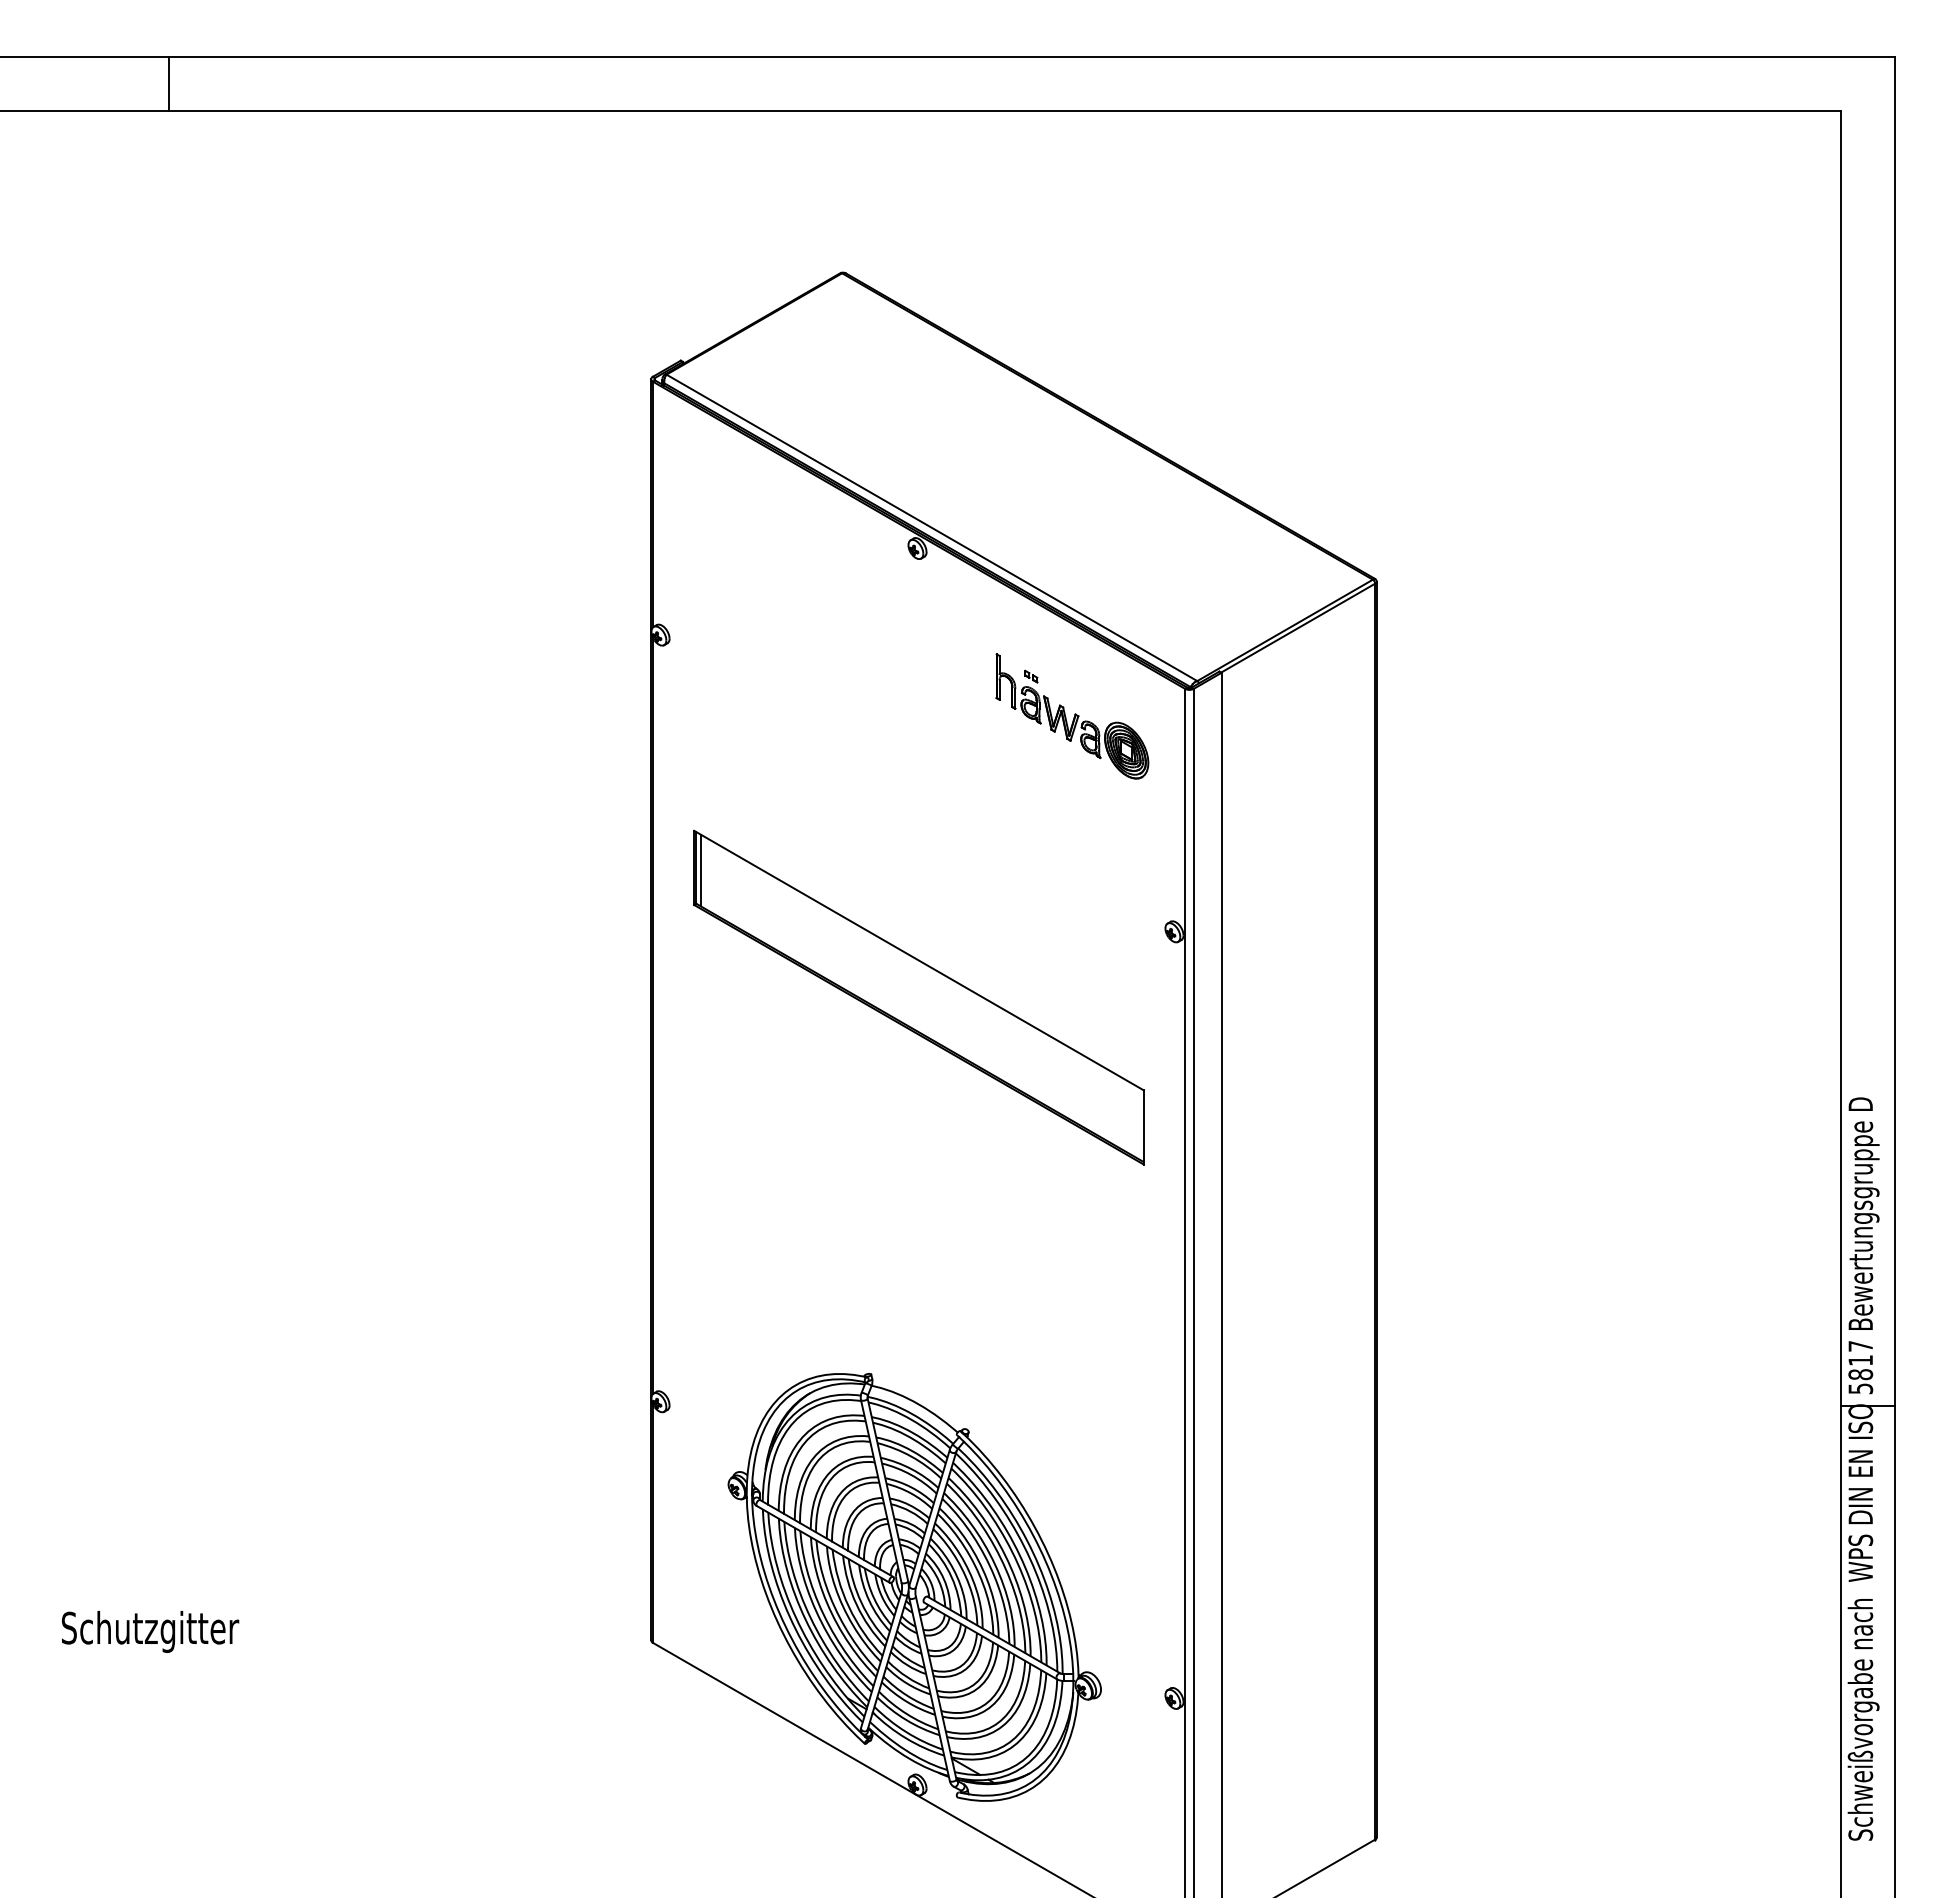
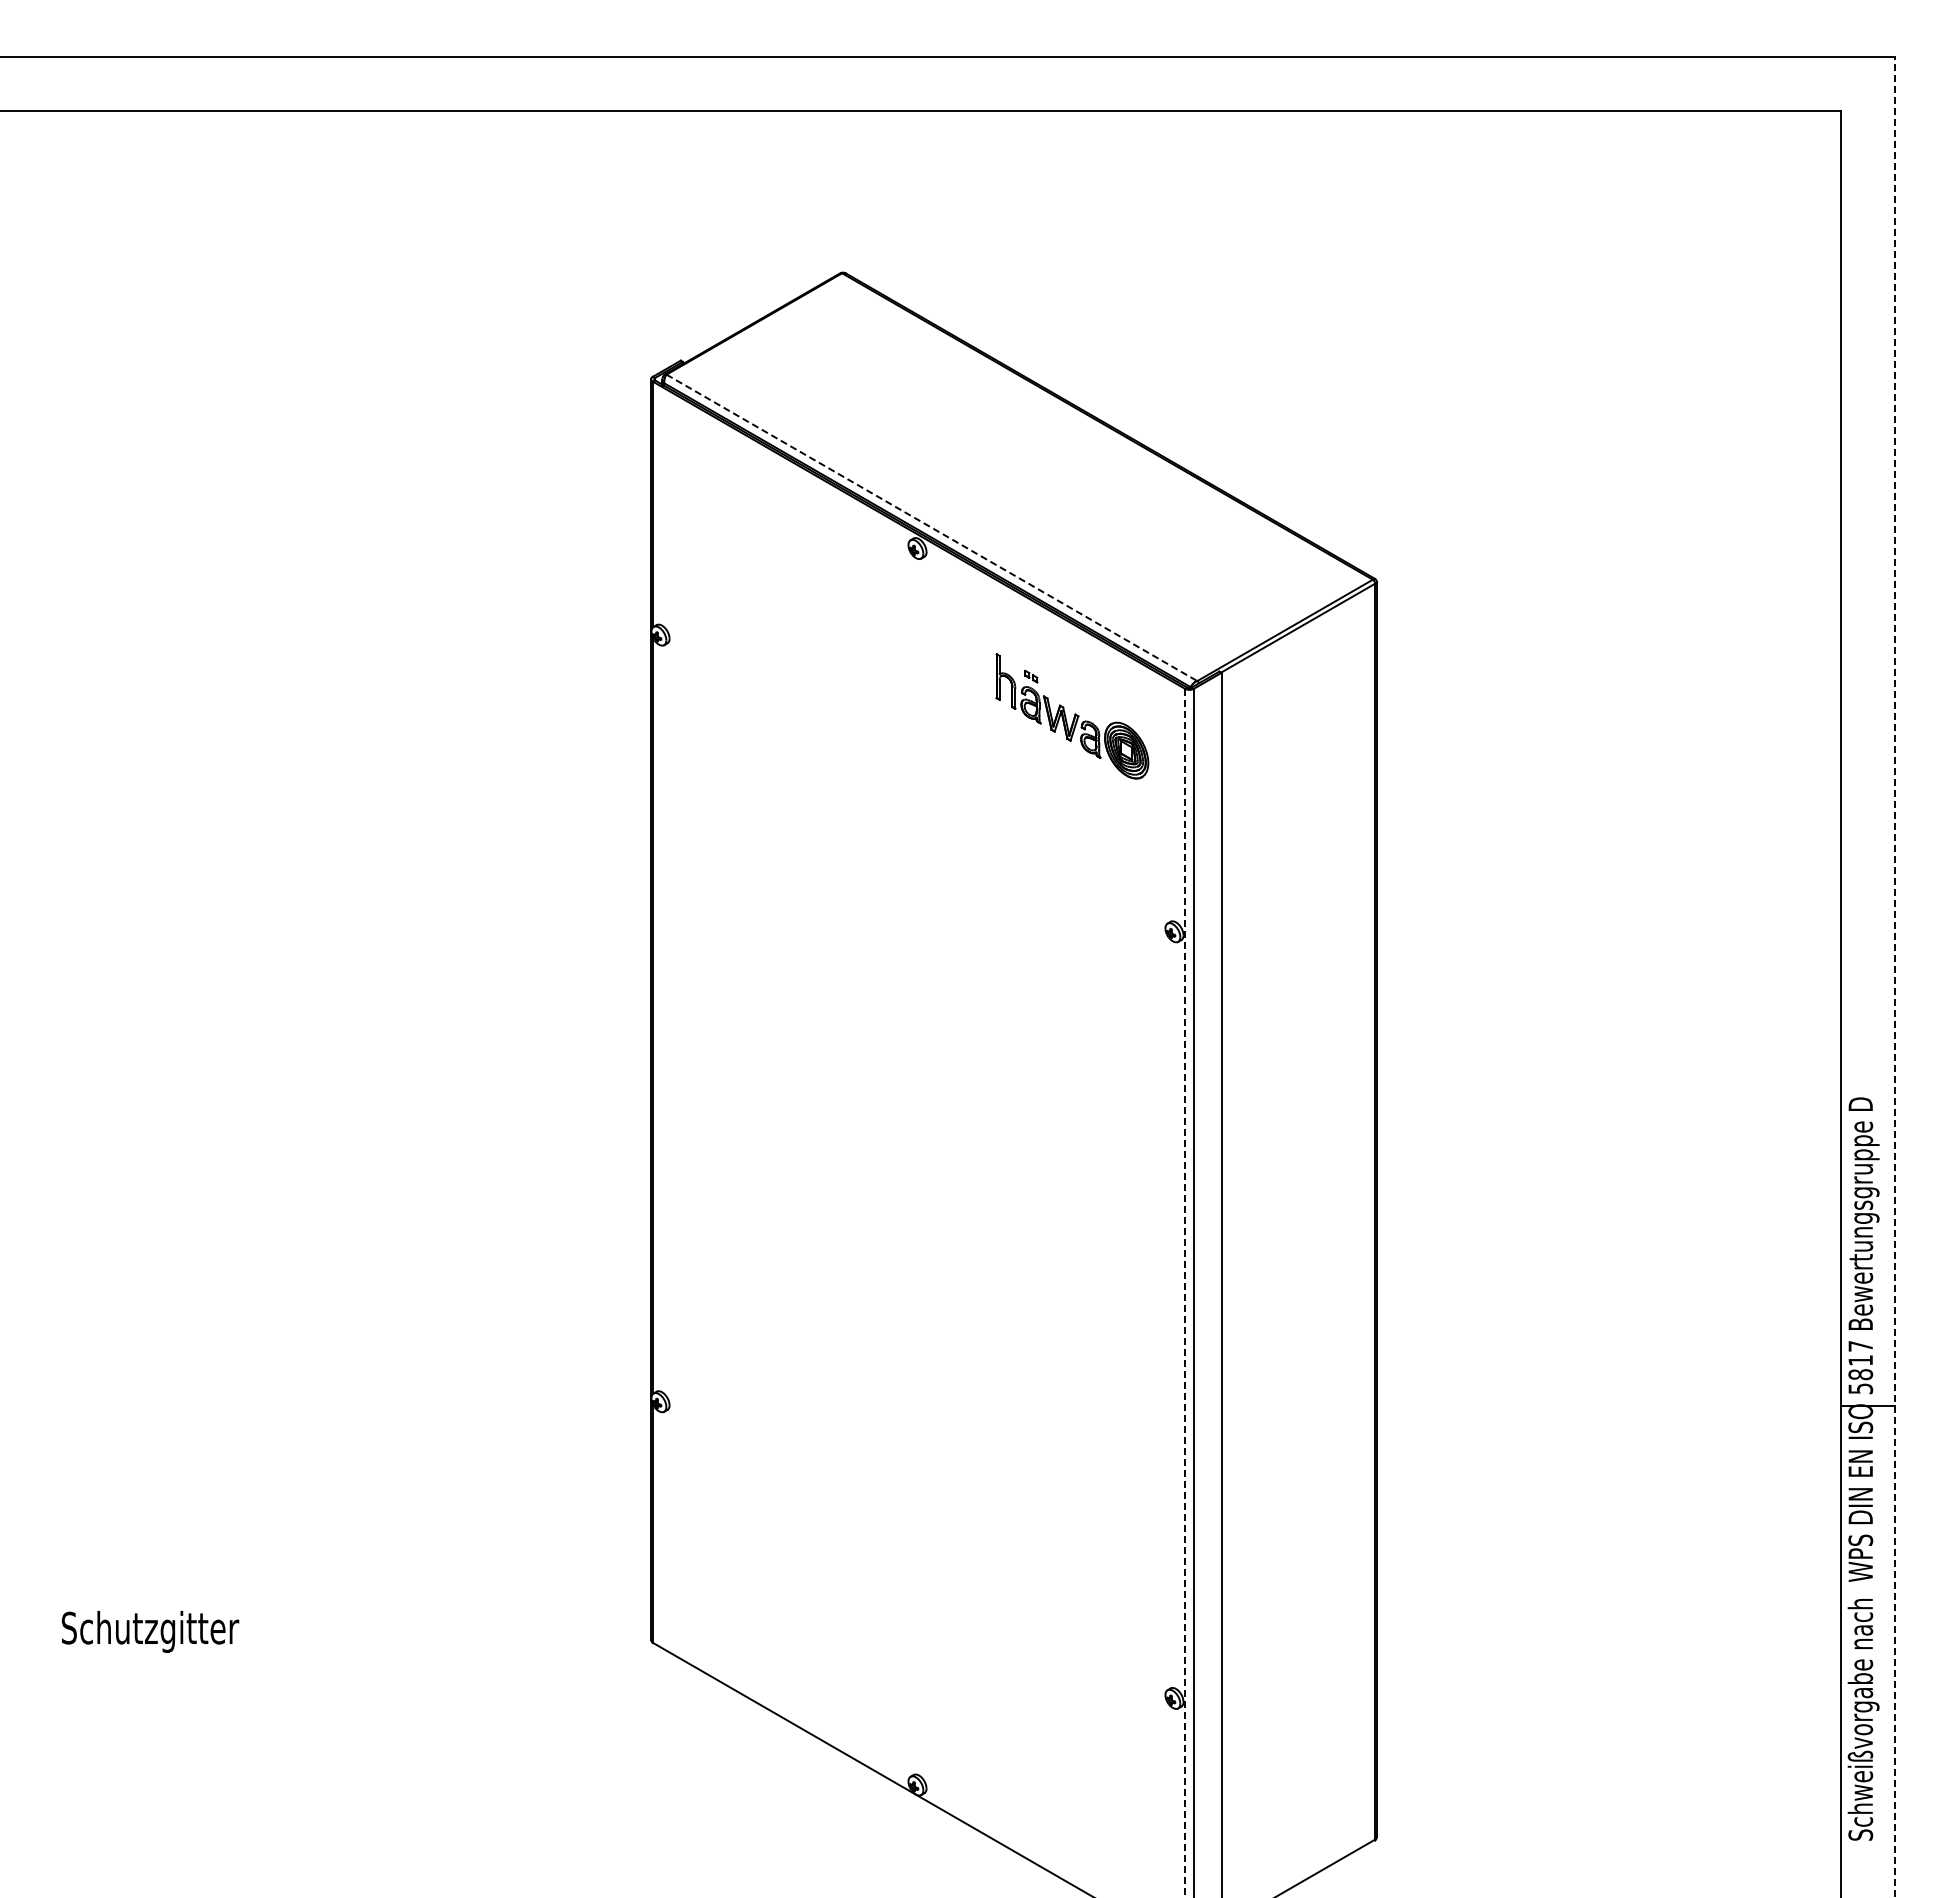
line at (169, 83): present -> none
line at (932, 528): solid -> dashed
line at (1895, 976): solid -> dashed
part at (918, 997): present -> none
line at (1185, 1292): solid -> dashed
part at (914, 1587): present -> none
